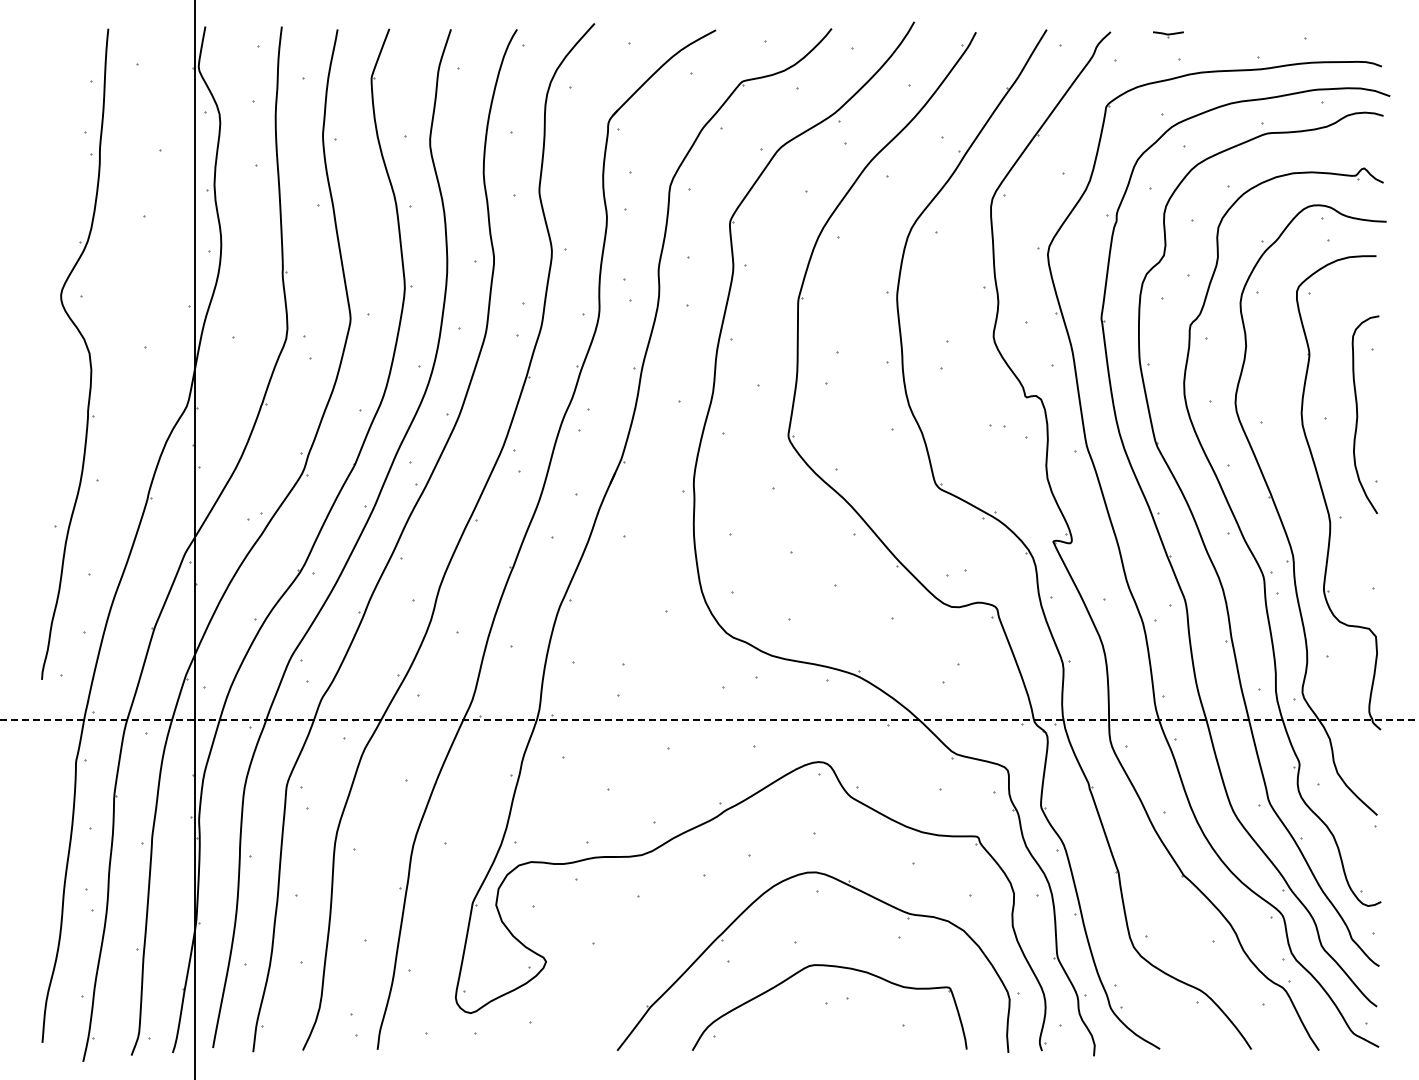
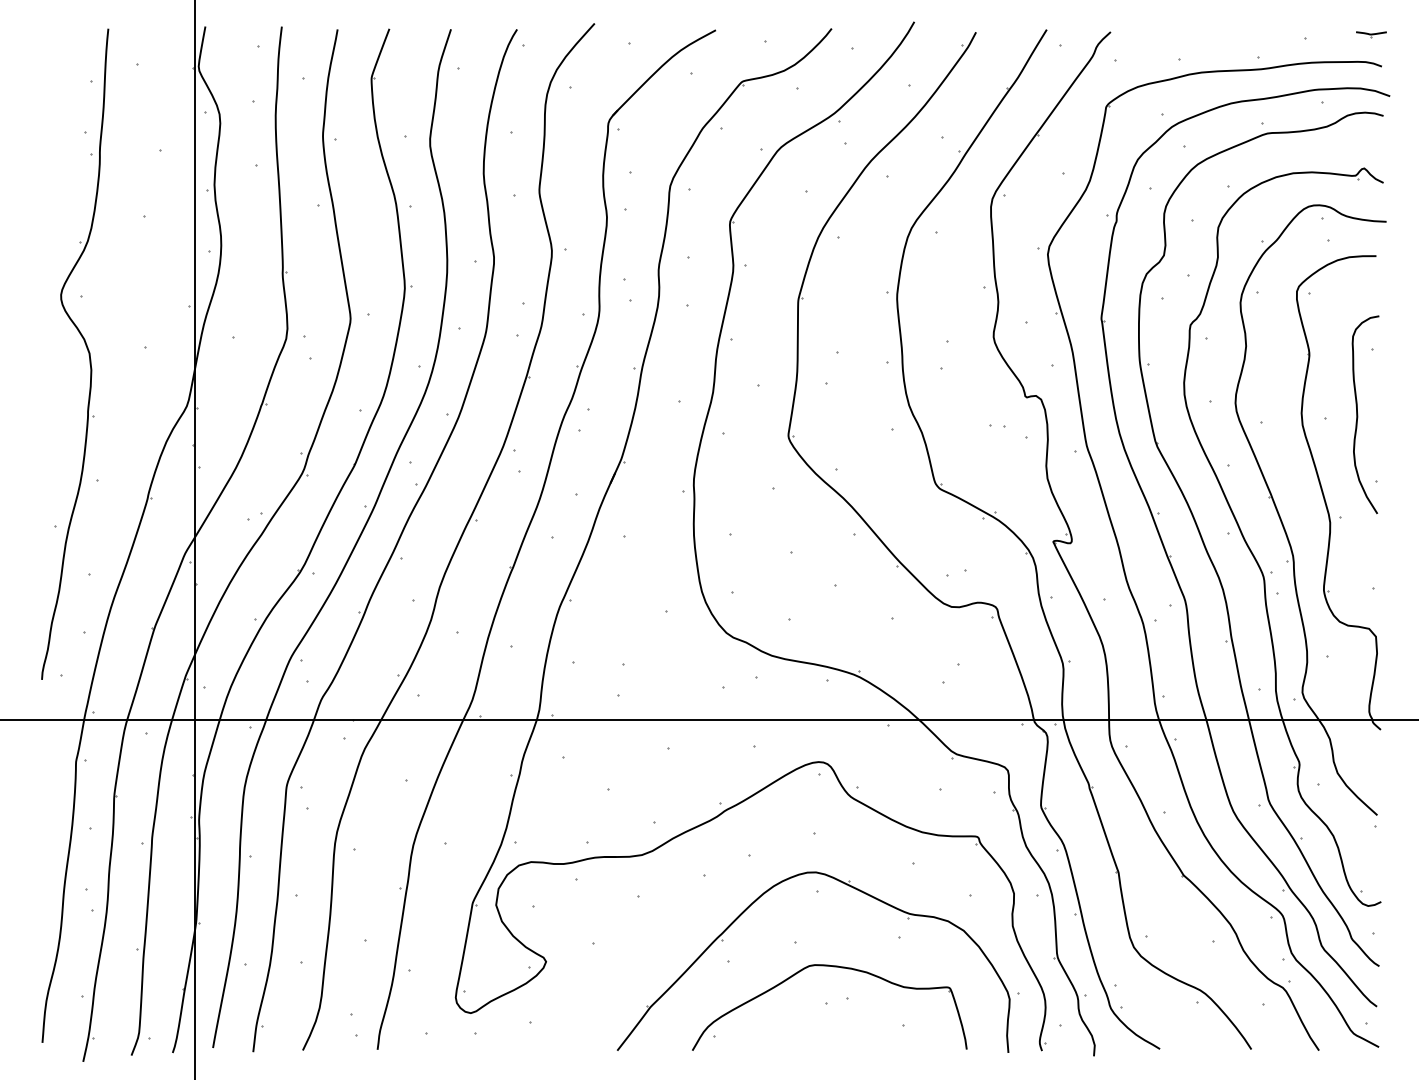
part at (1168, 34) position: (1168, 34) -> (1371, 34)
line at (710, 720): dashed -> solid
